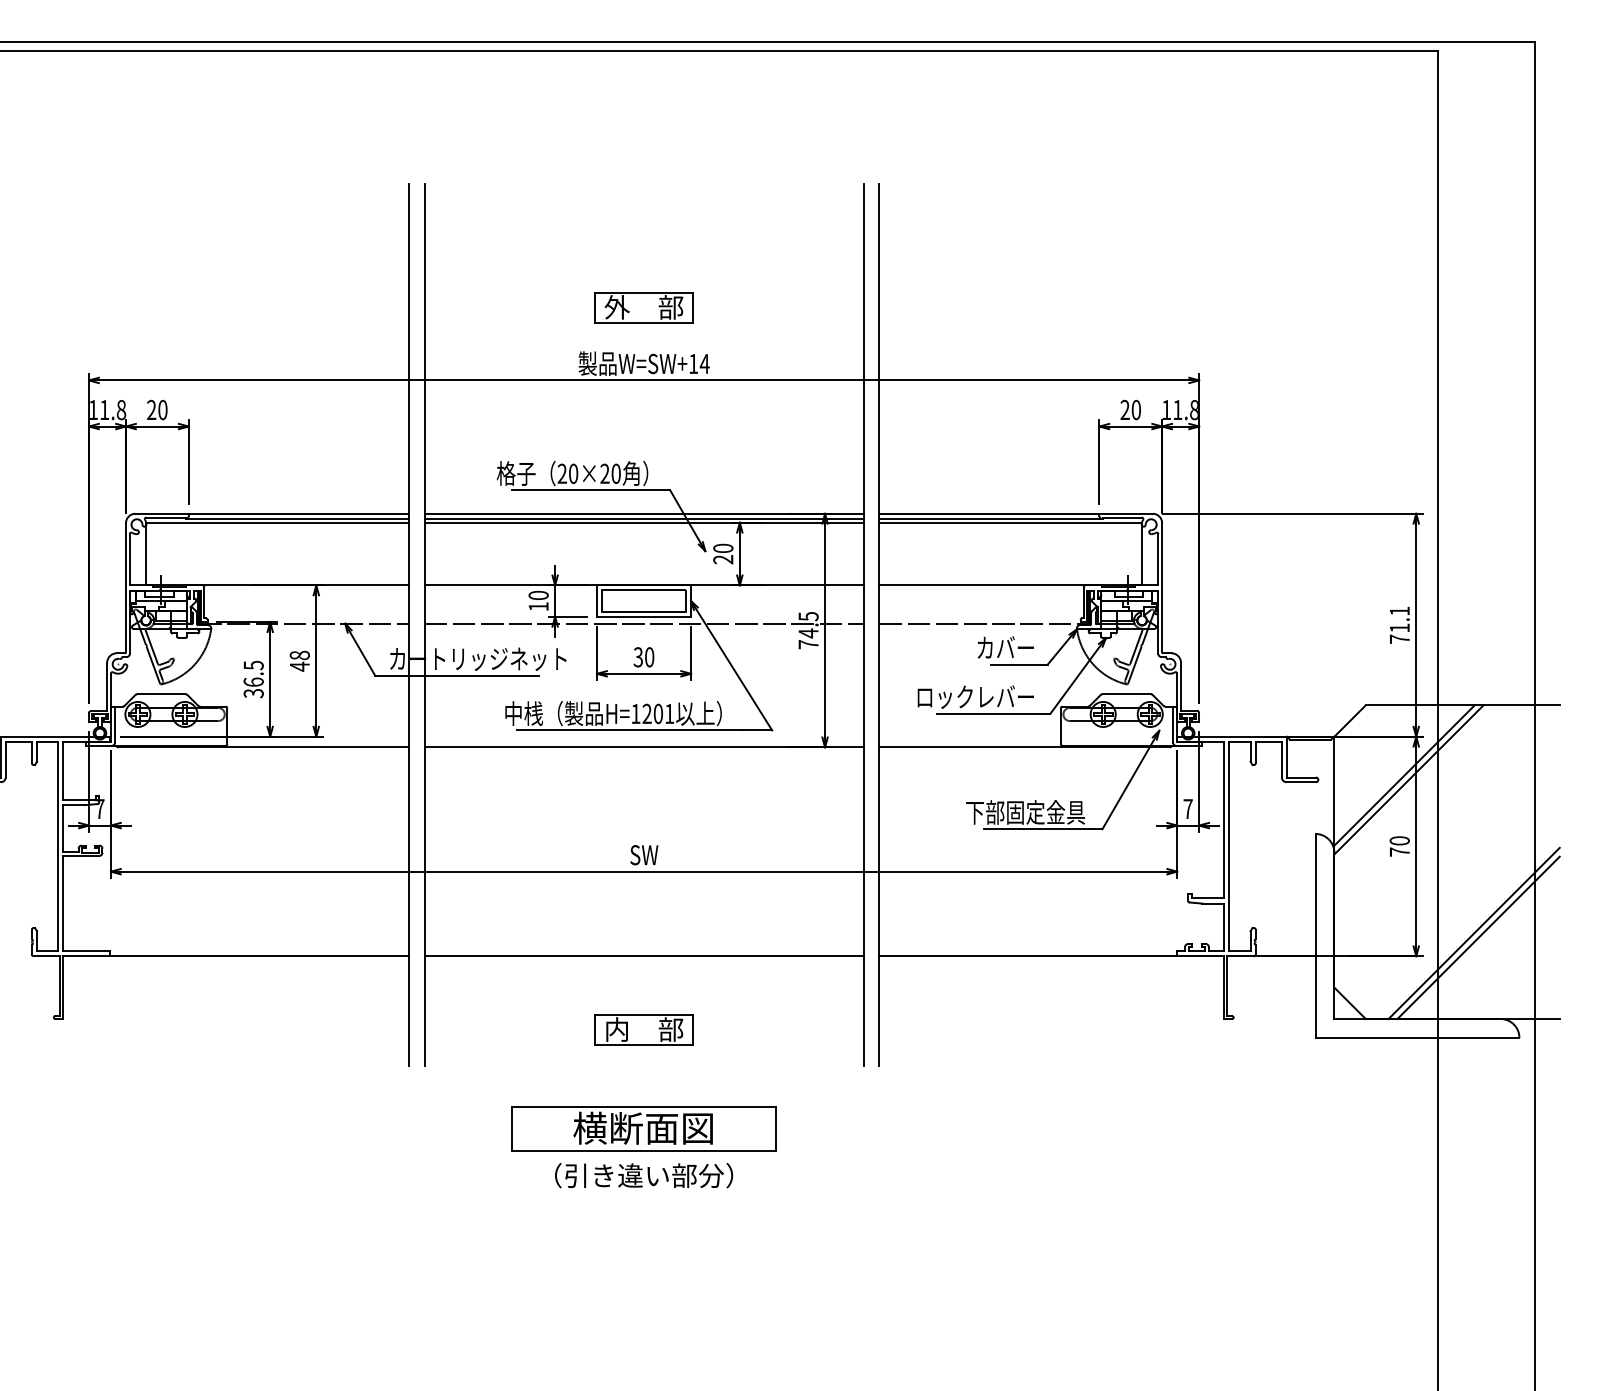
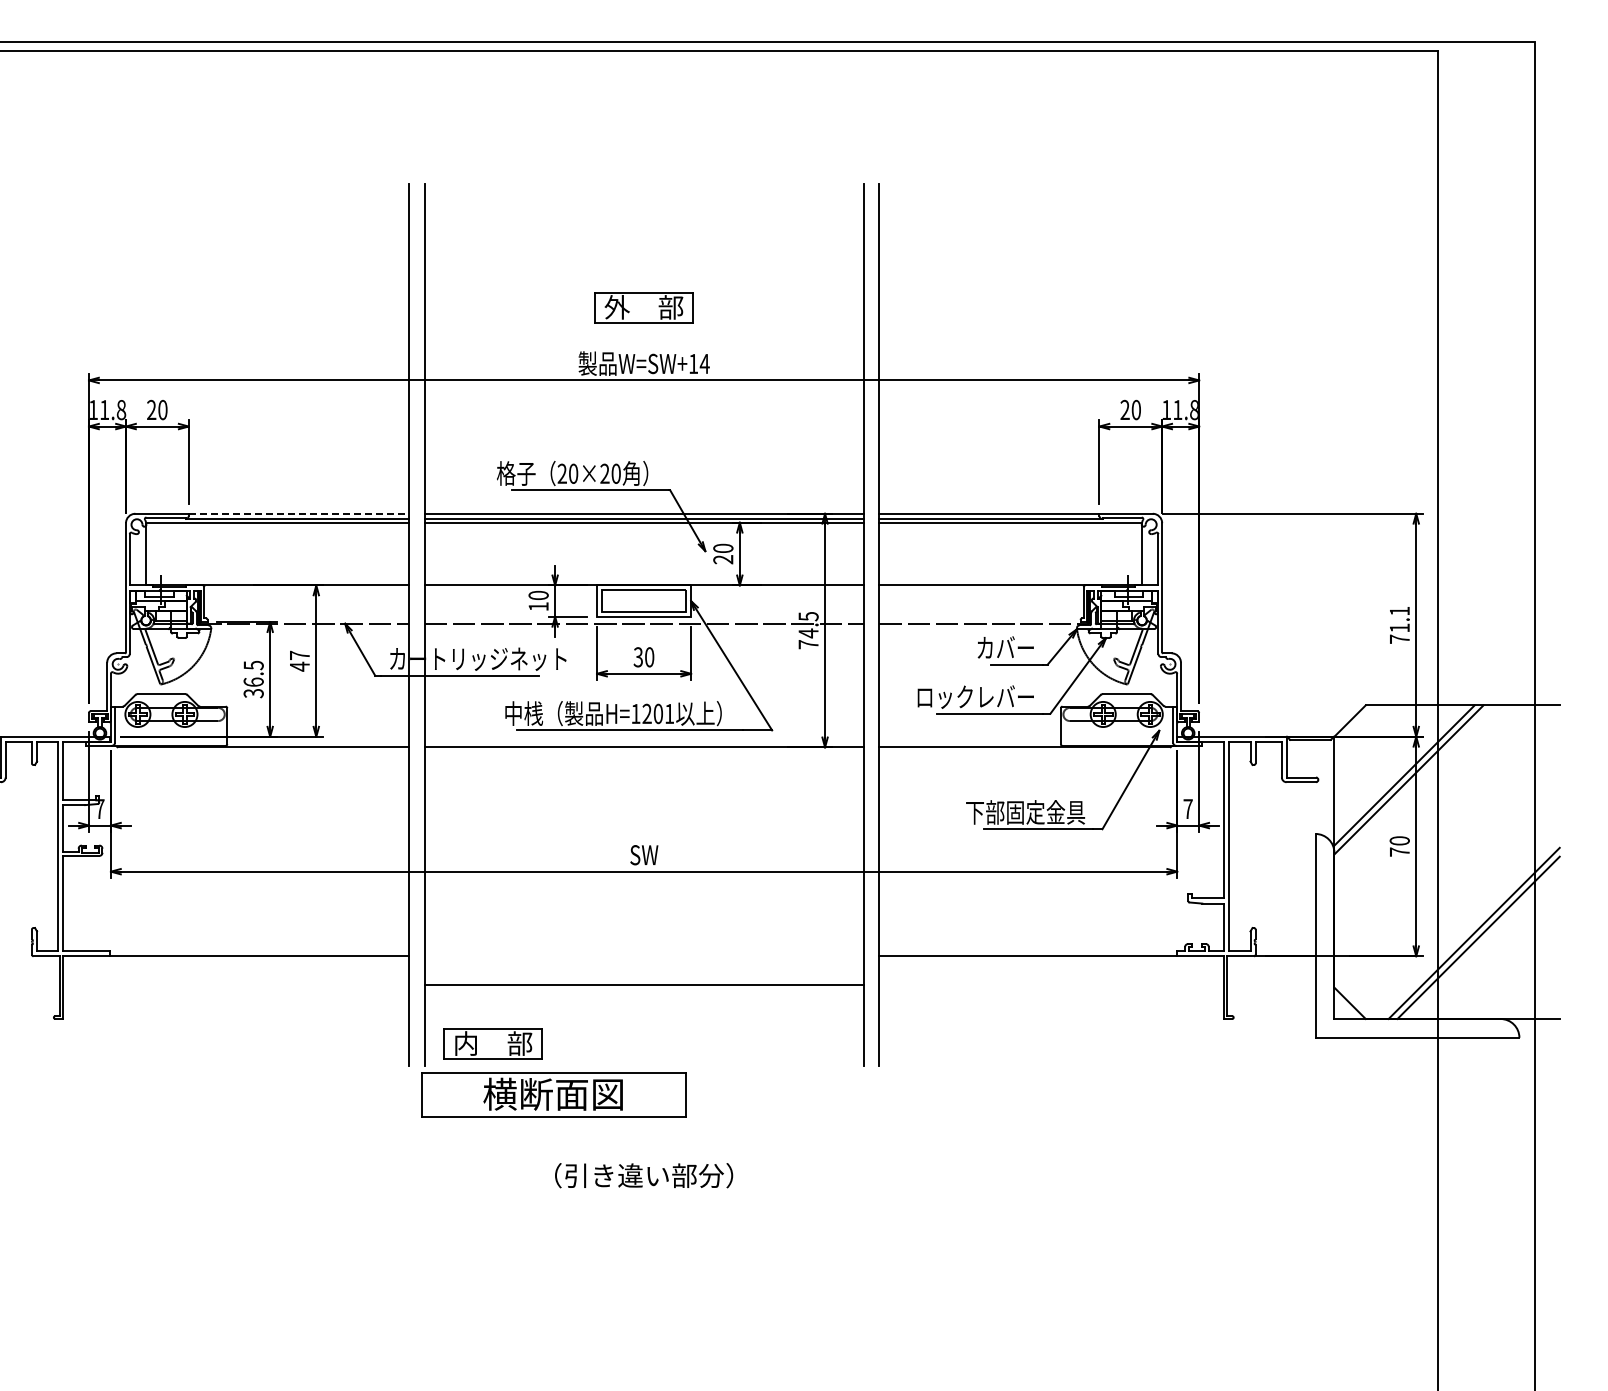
line at (299, 513): solid -> dashed
text at (299, 655): 48 -> 47
line at (643, 956) position: (643, 956) -> (643, 985)
part at (643, 1029) position: (643, 1029) -> (492, 1043)
part at (643, 1128) position: (643, 1128) -> (553, 1094)
